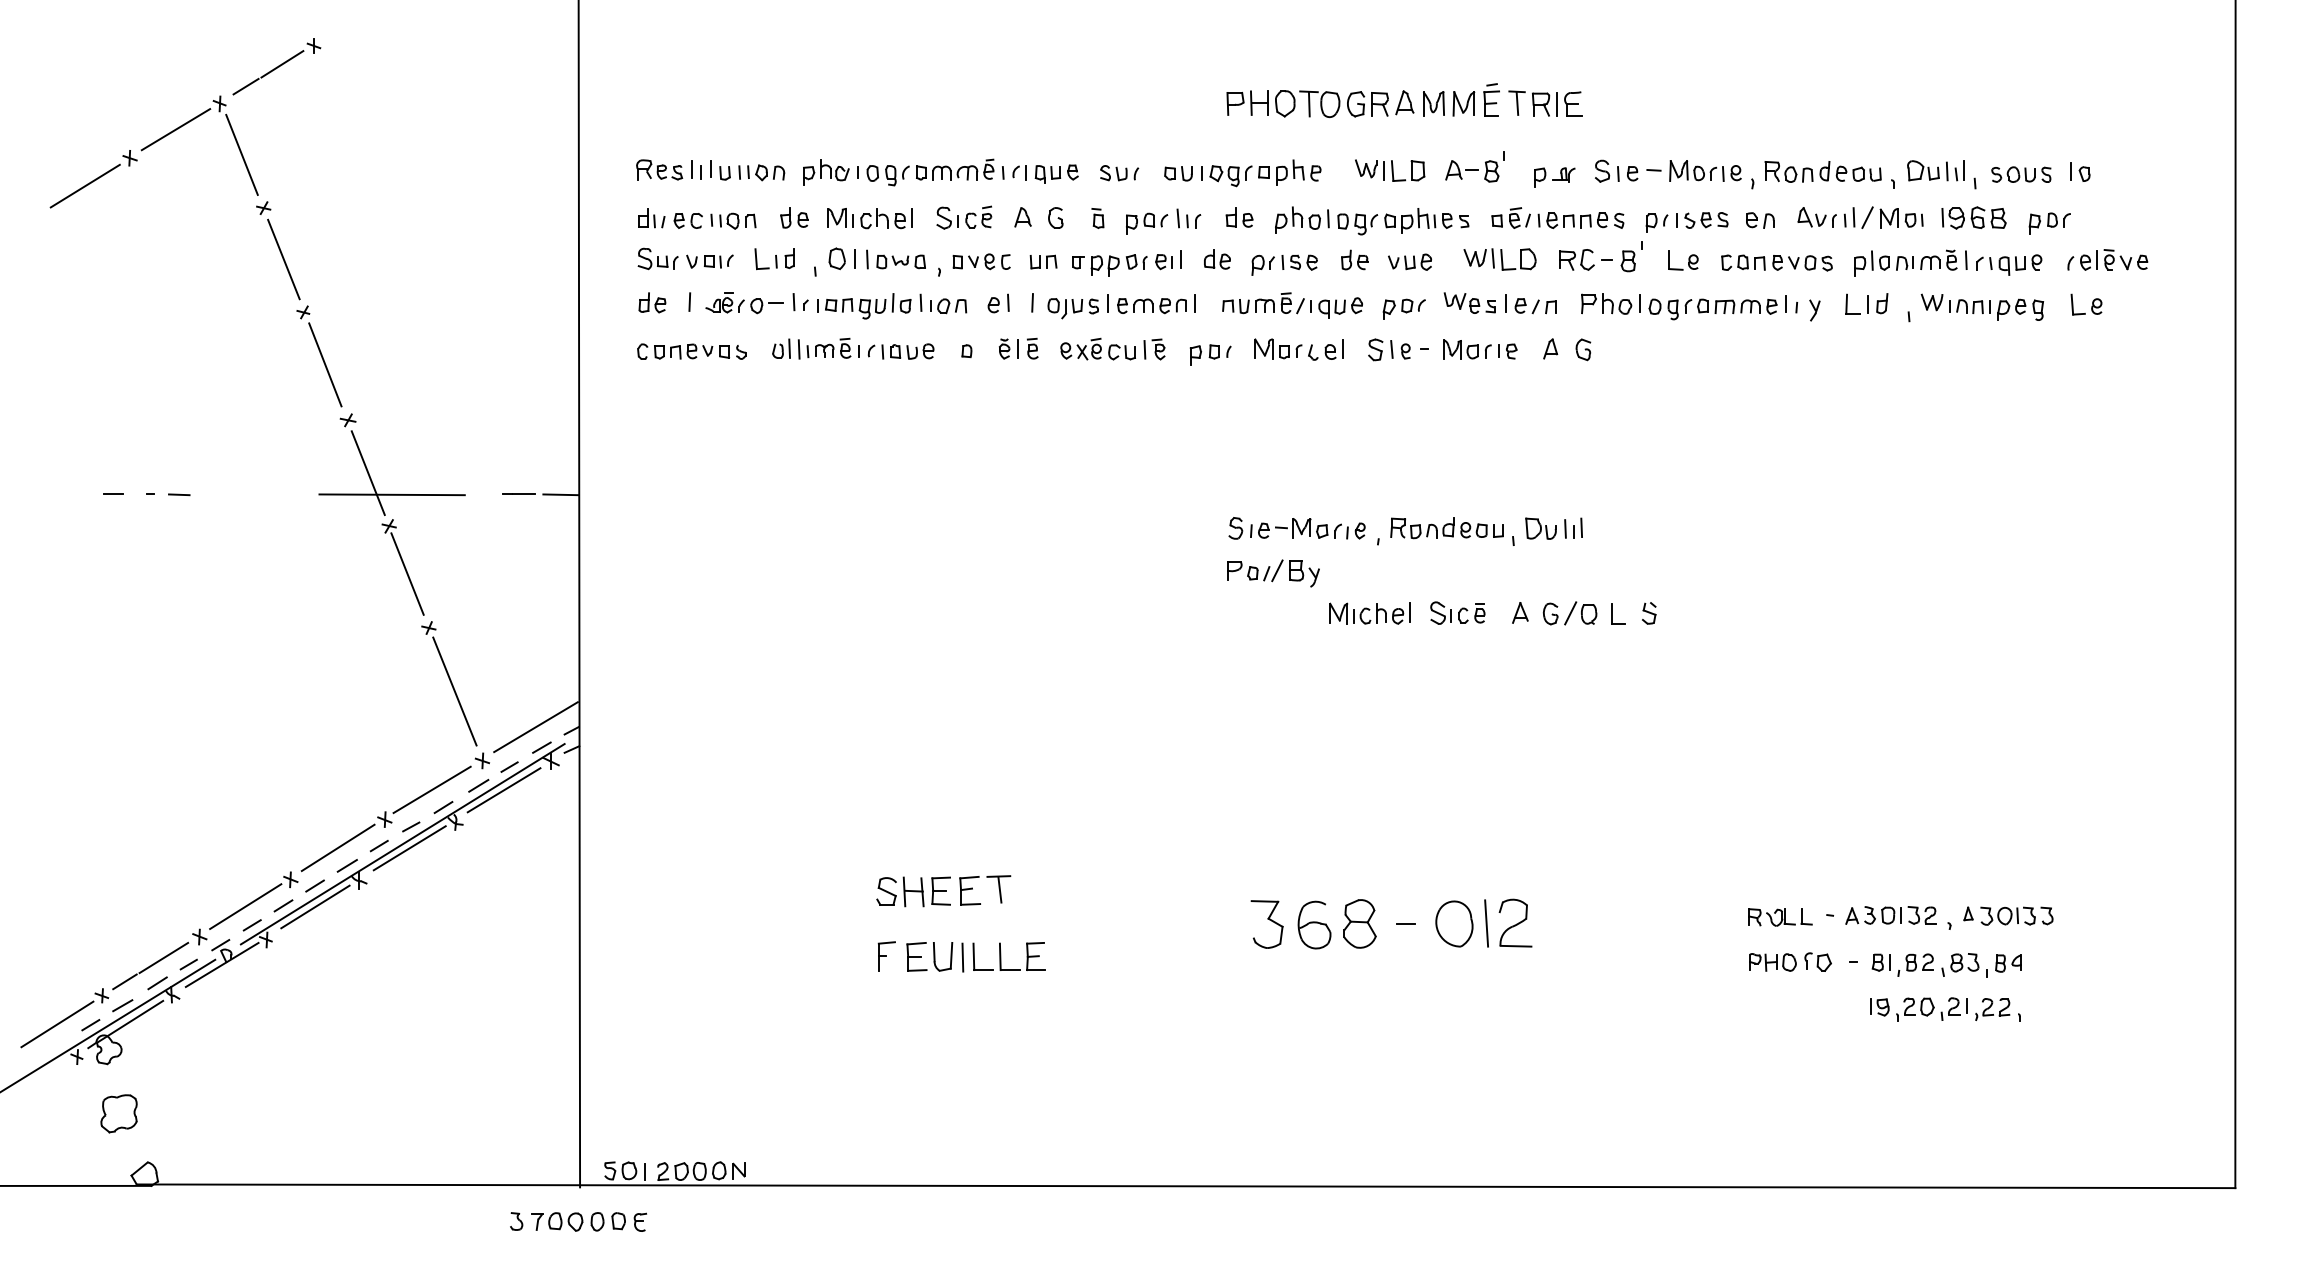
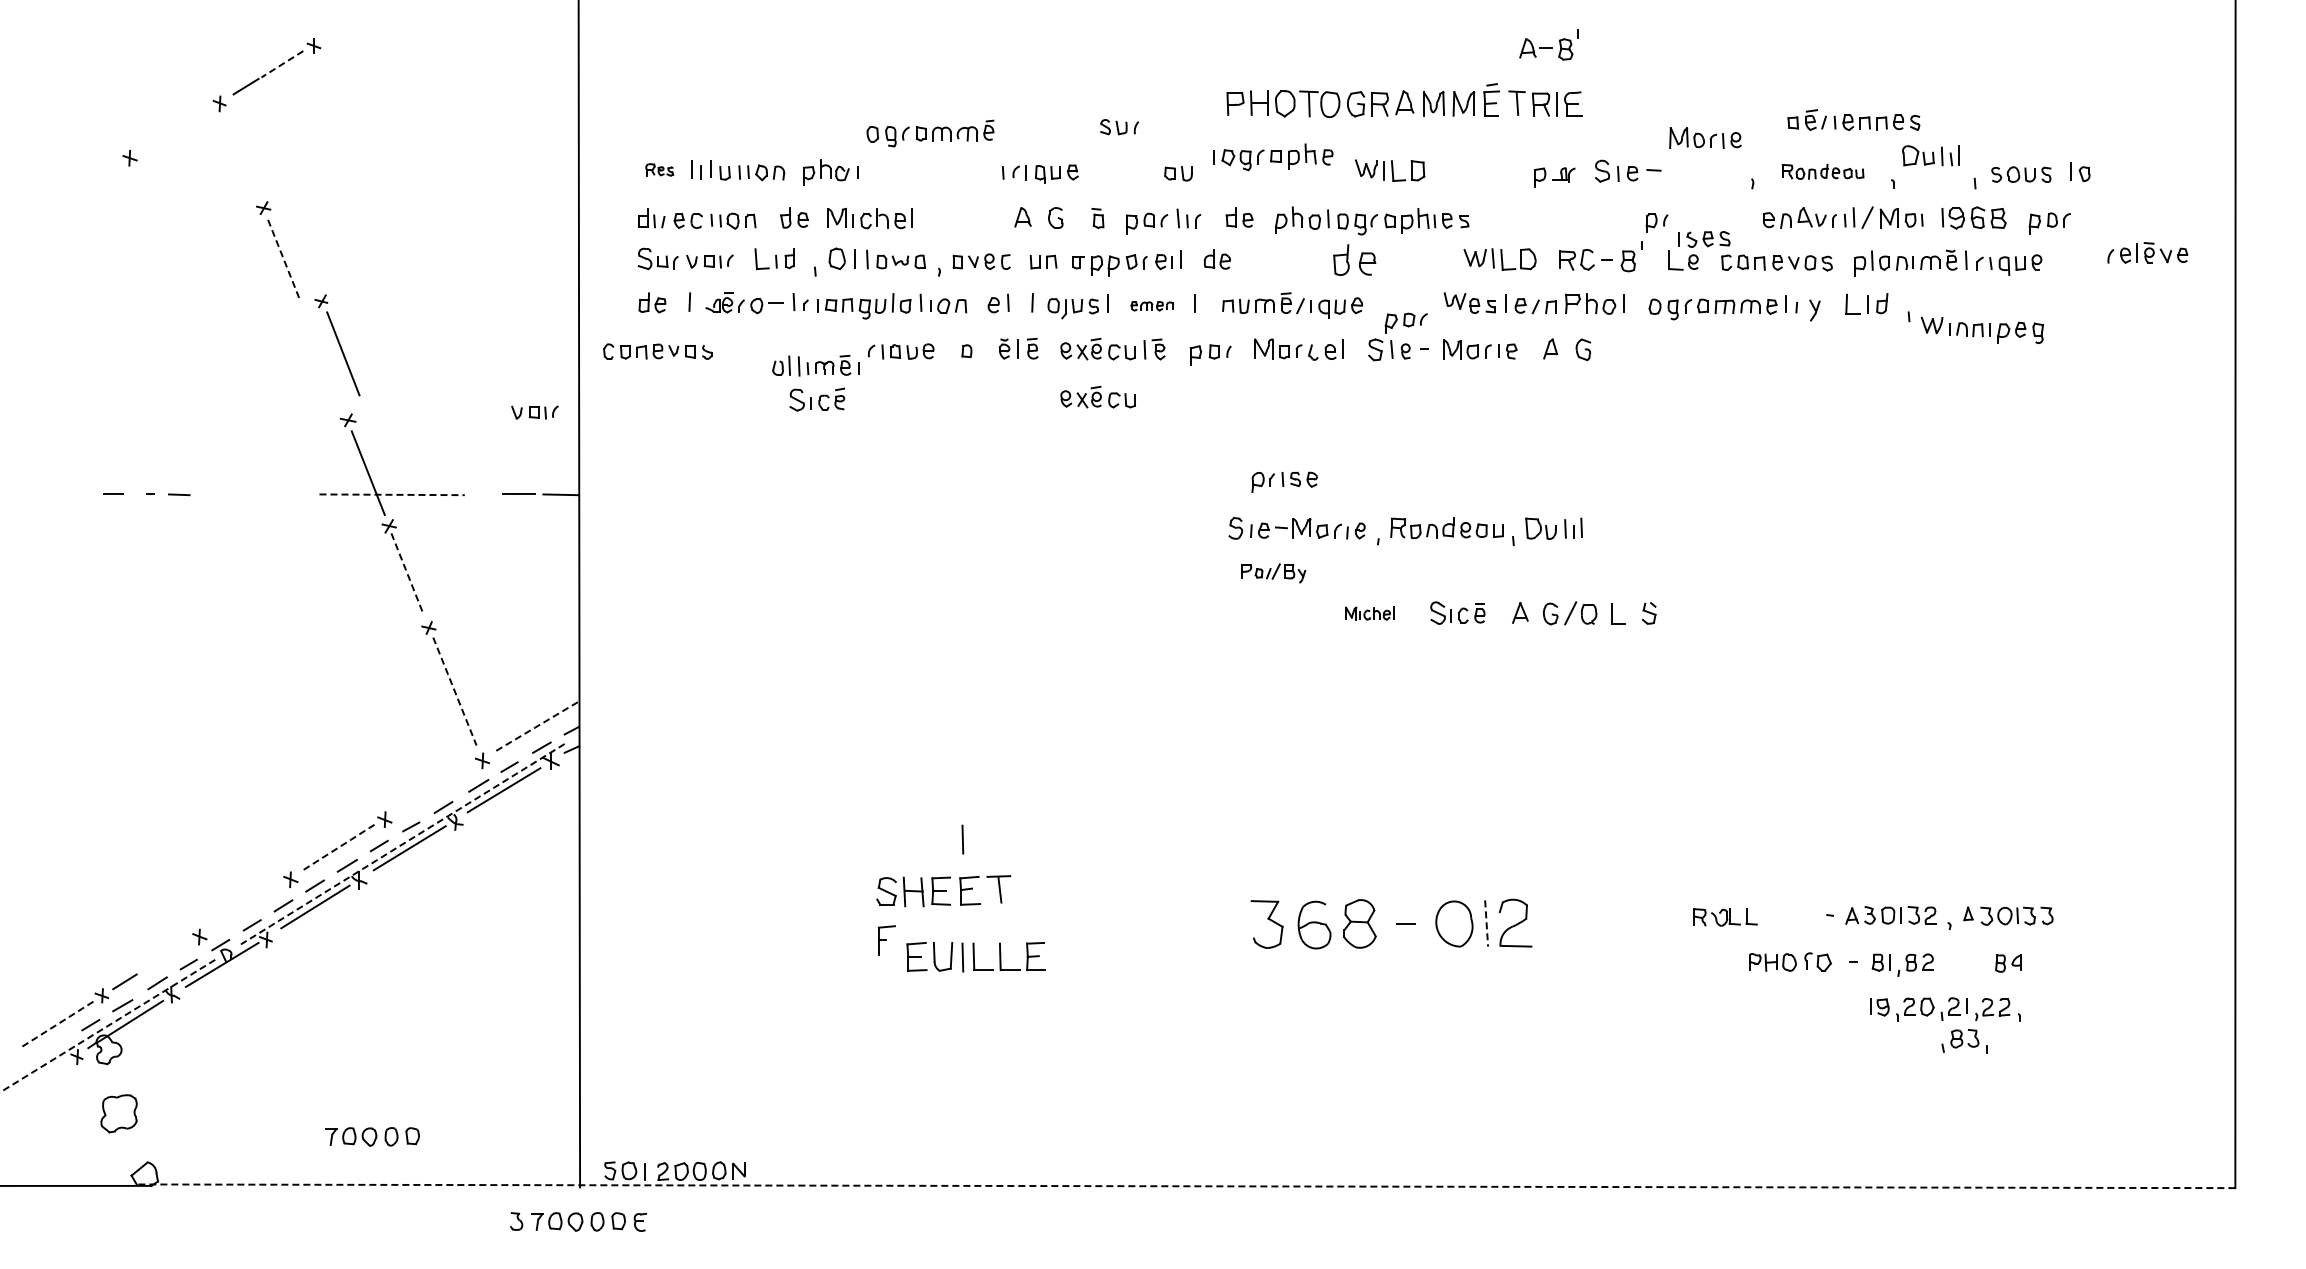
line at (282, 64): solid -> dashed
line at (175, 129): present -> none
line at (241, 154): present -> none
part at (1474, 166) position: (1474, 166) -> (1548, 44)
part at (659, 169) size: 48x22 px -> 30x14 px
part at (1705, 170) position: (1705, 170) -> (1705, 137)
part at (1935, 170) position: (1935, 170) -> (1930, 155)
part at (1822, 171) size: 118x22 px -> 84x16 px
part at (930, 172) position: (930, 172) -> (930, 133)
part at (1119, 173) position: (1119, 173) -> (1119, 127)
part at (1261, 173) position: (1261, 173) -> (1273, 157)
line at (84, 185): present -> none
part at (964, 217) position: (964, 217) -> (817, 399)
part at (1557, 217) position: (1557, 217) -> (1853, 119)
part at (1702, 220) position: (1702, 220) -> (1704, 239)
part at (1760, 220) position: (1760, 220) -> (1777, 220)
line at (283, 259): solid -> dashed
part at (1354, 259) size: 28x22 px -> 44x32 px
part at (2107, 259) position: (2107, 259) -> (2147, 252)
part at (1409, 261): present -> none
part at (1284, 264) position: (1284, 264) -> (1284, 481)
part at (1610, 303) position: (1610, 303) -> (1594, 303)
part at (2086, 304): present -> none
part at (1151, 306) size: 70x17 px -> 44x11 px
part at (1981, 306) position: (1981, 306) -> (1981, 329)
part at (1403, 308) position: (1403, 308) -> (1405, 322)
part at (815, 348) position: (815, 348) -> (815, 365)
part at (691, 351) position: (691, 351) -> (657, 351)
part at (319, 356) position: (319, 356) -> (337, 345)
part at (1097, 396): none -> present
part at (534, 412): none -> present
line at (392, 494): solid -> dashed
part at (1273, 573) size: 93x29 px -> 66x21 px
line at (407, 574): solid -> dashed
part at (1369, 613) size: 82x23 px -> 50x15 px
line at (455, 692): solid -> dashed
line at (536, 727): solid -> dashed
line at (431, 789): present -> none
line at (962, 839): none -> present
line at (402, 844): solid -> dashed
line at (337, 848): solid -> dashed
line at (245, 906): present -> none
part at (1780, 917) position: (1780, 917) -> (1725, 917)
line at (1486, 923): solid -> dashed
part at (886, 956) position: (886, 956) -> (886, 940)
line at (163, 957): present -> none
part at (1964, 965) position: (1964, 965) -> (1964, 1041)
line at (57, 1024): solid -> dashed
line at (107, 1026): solid -> dashed
part at (372, 1136): none -> present
line at (1185, 1186): solid -> dashed
